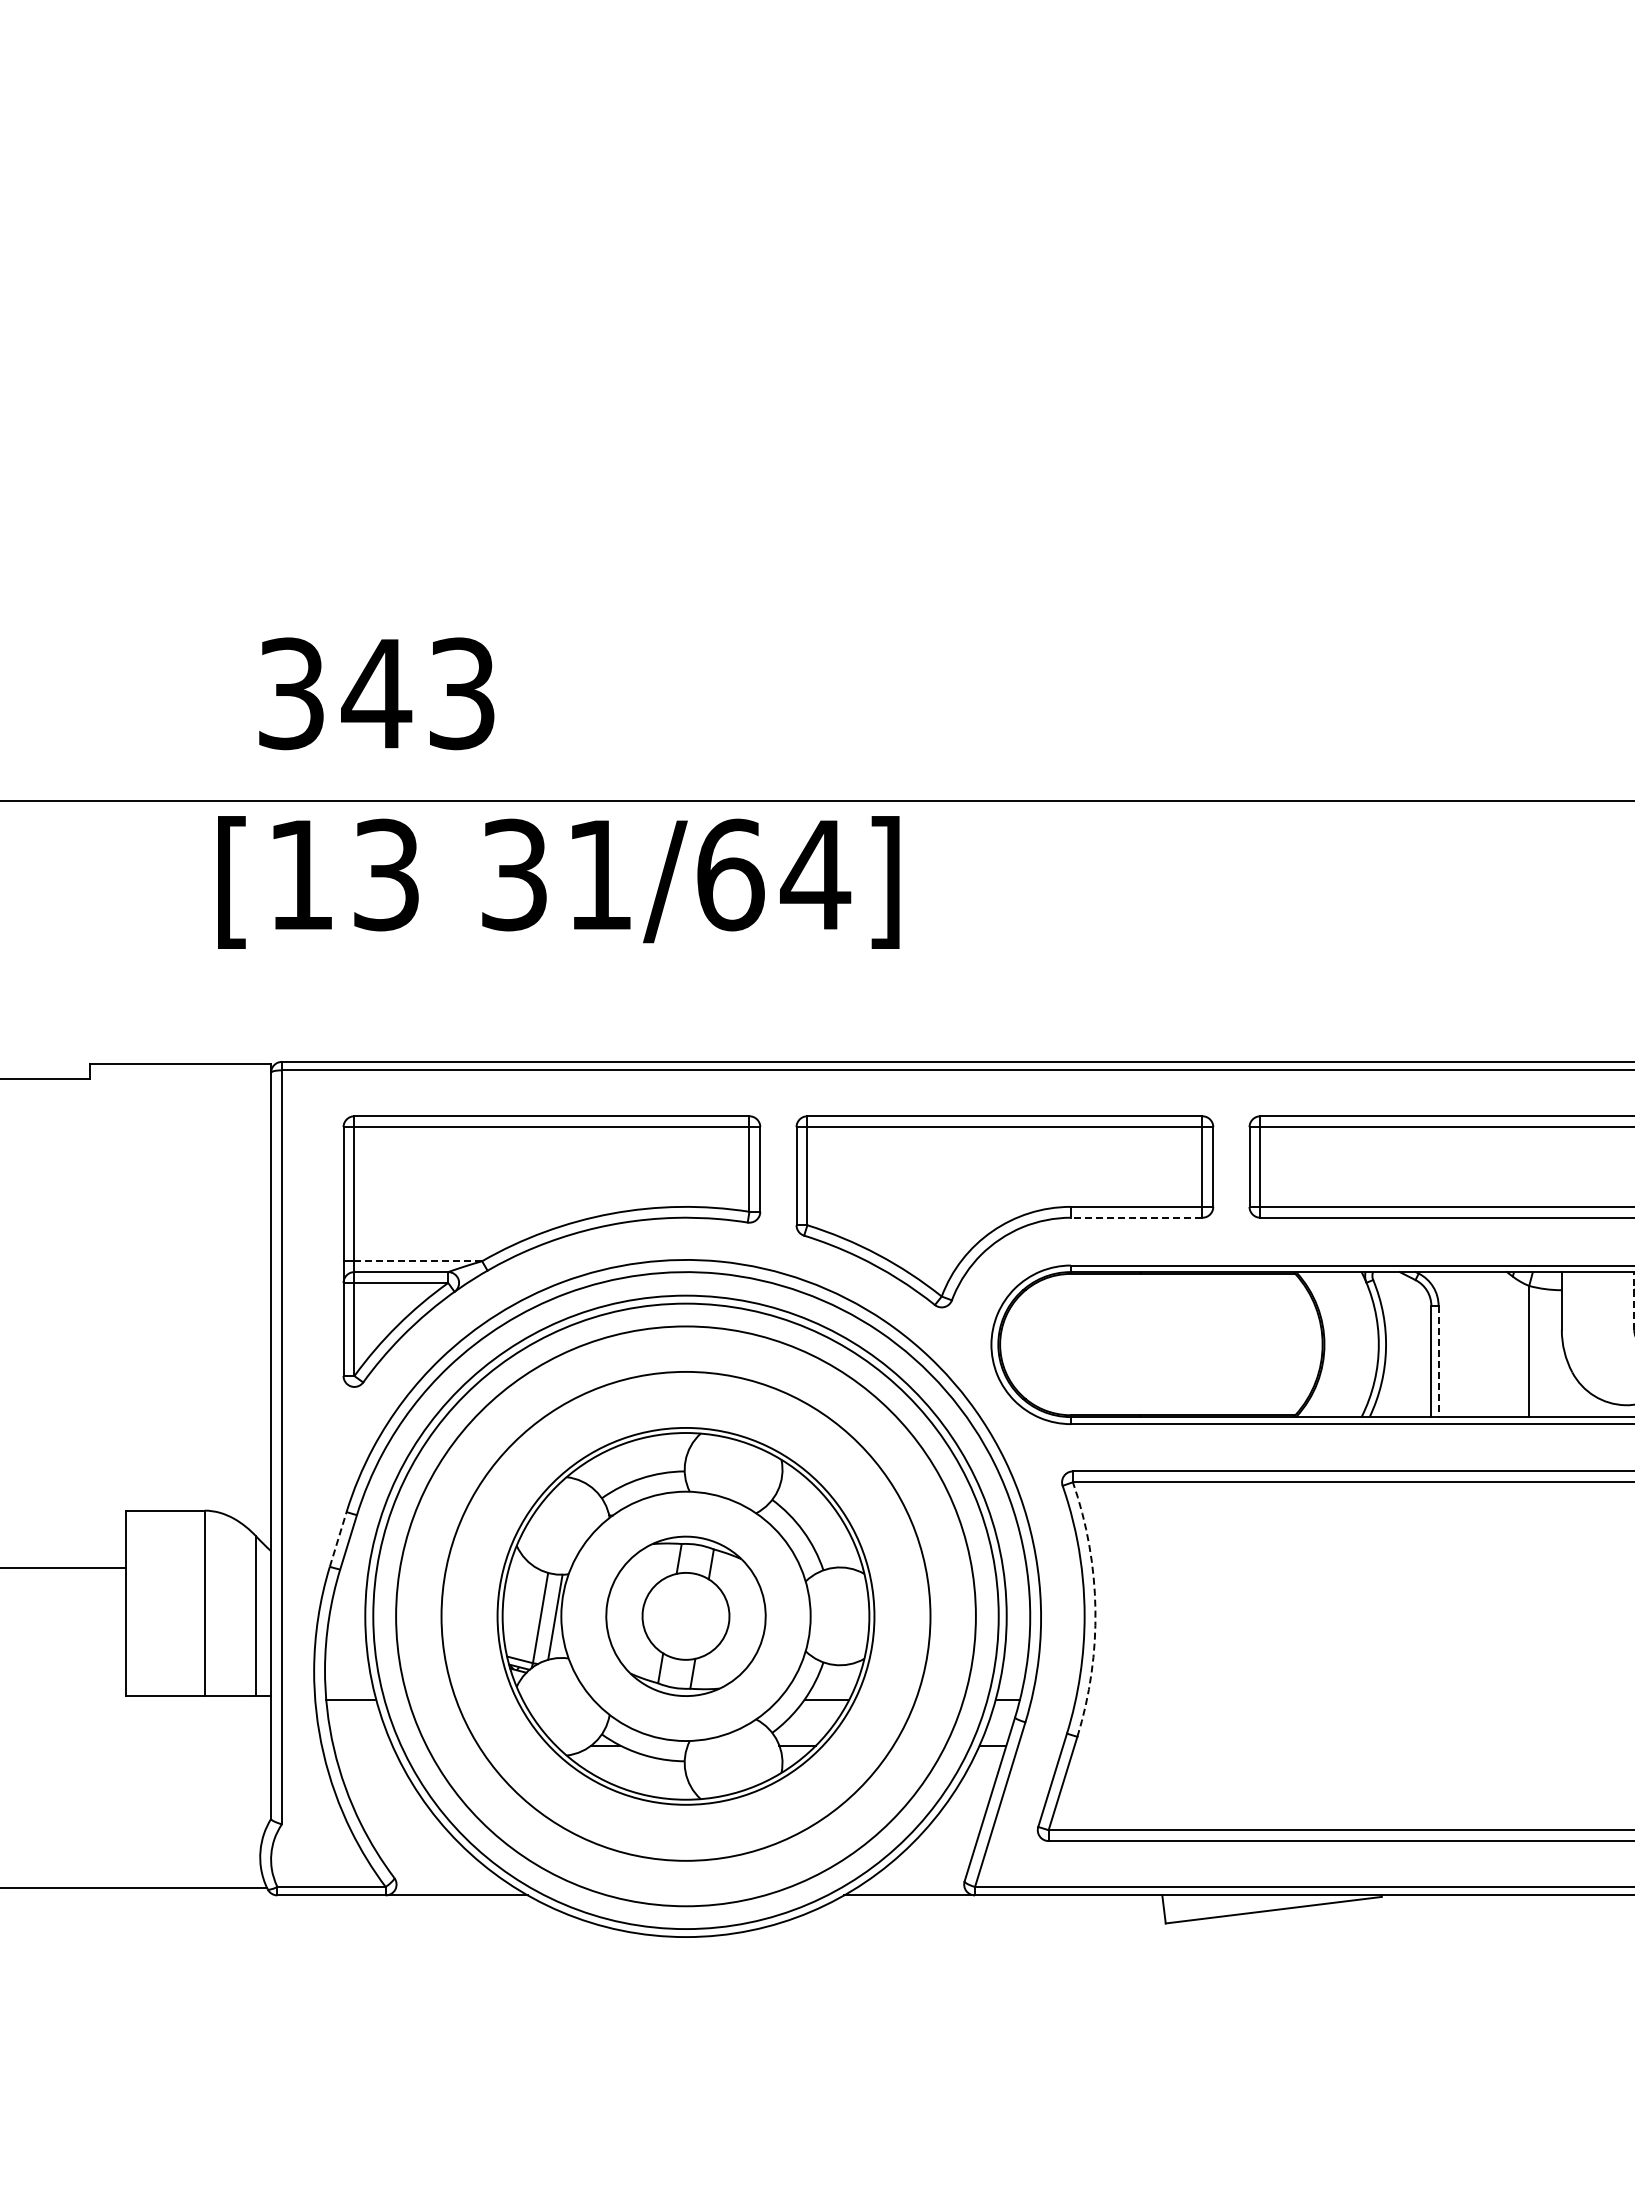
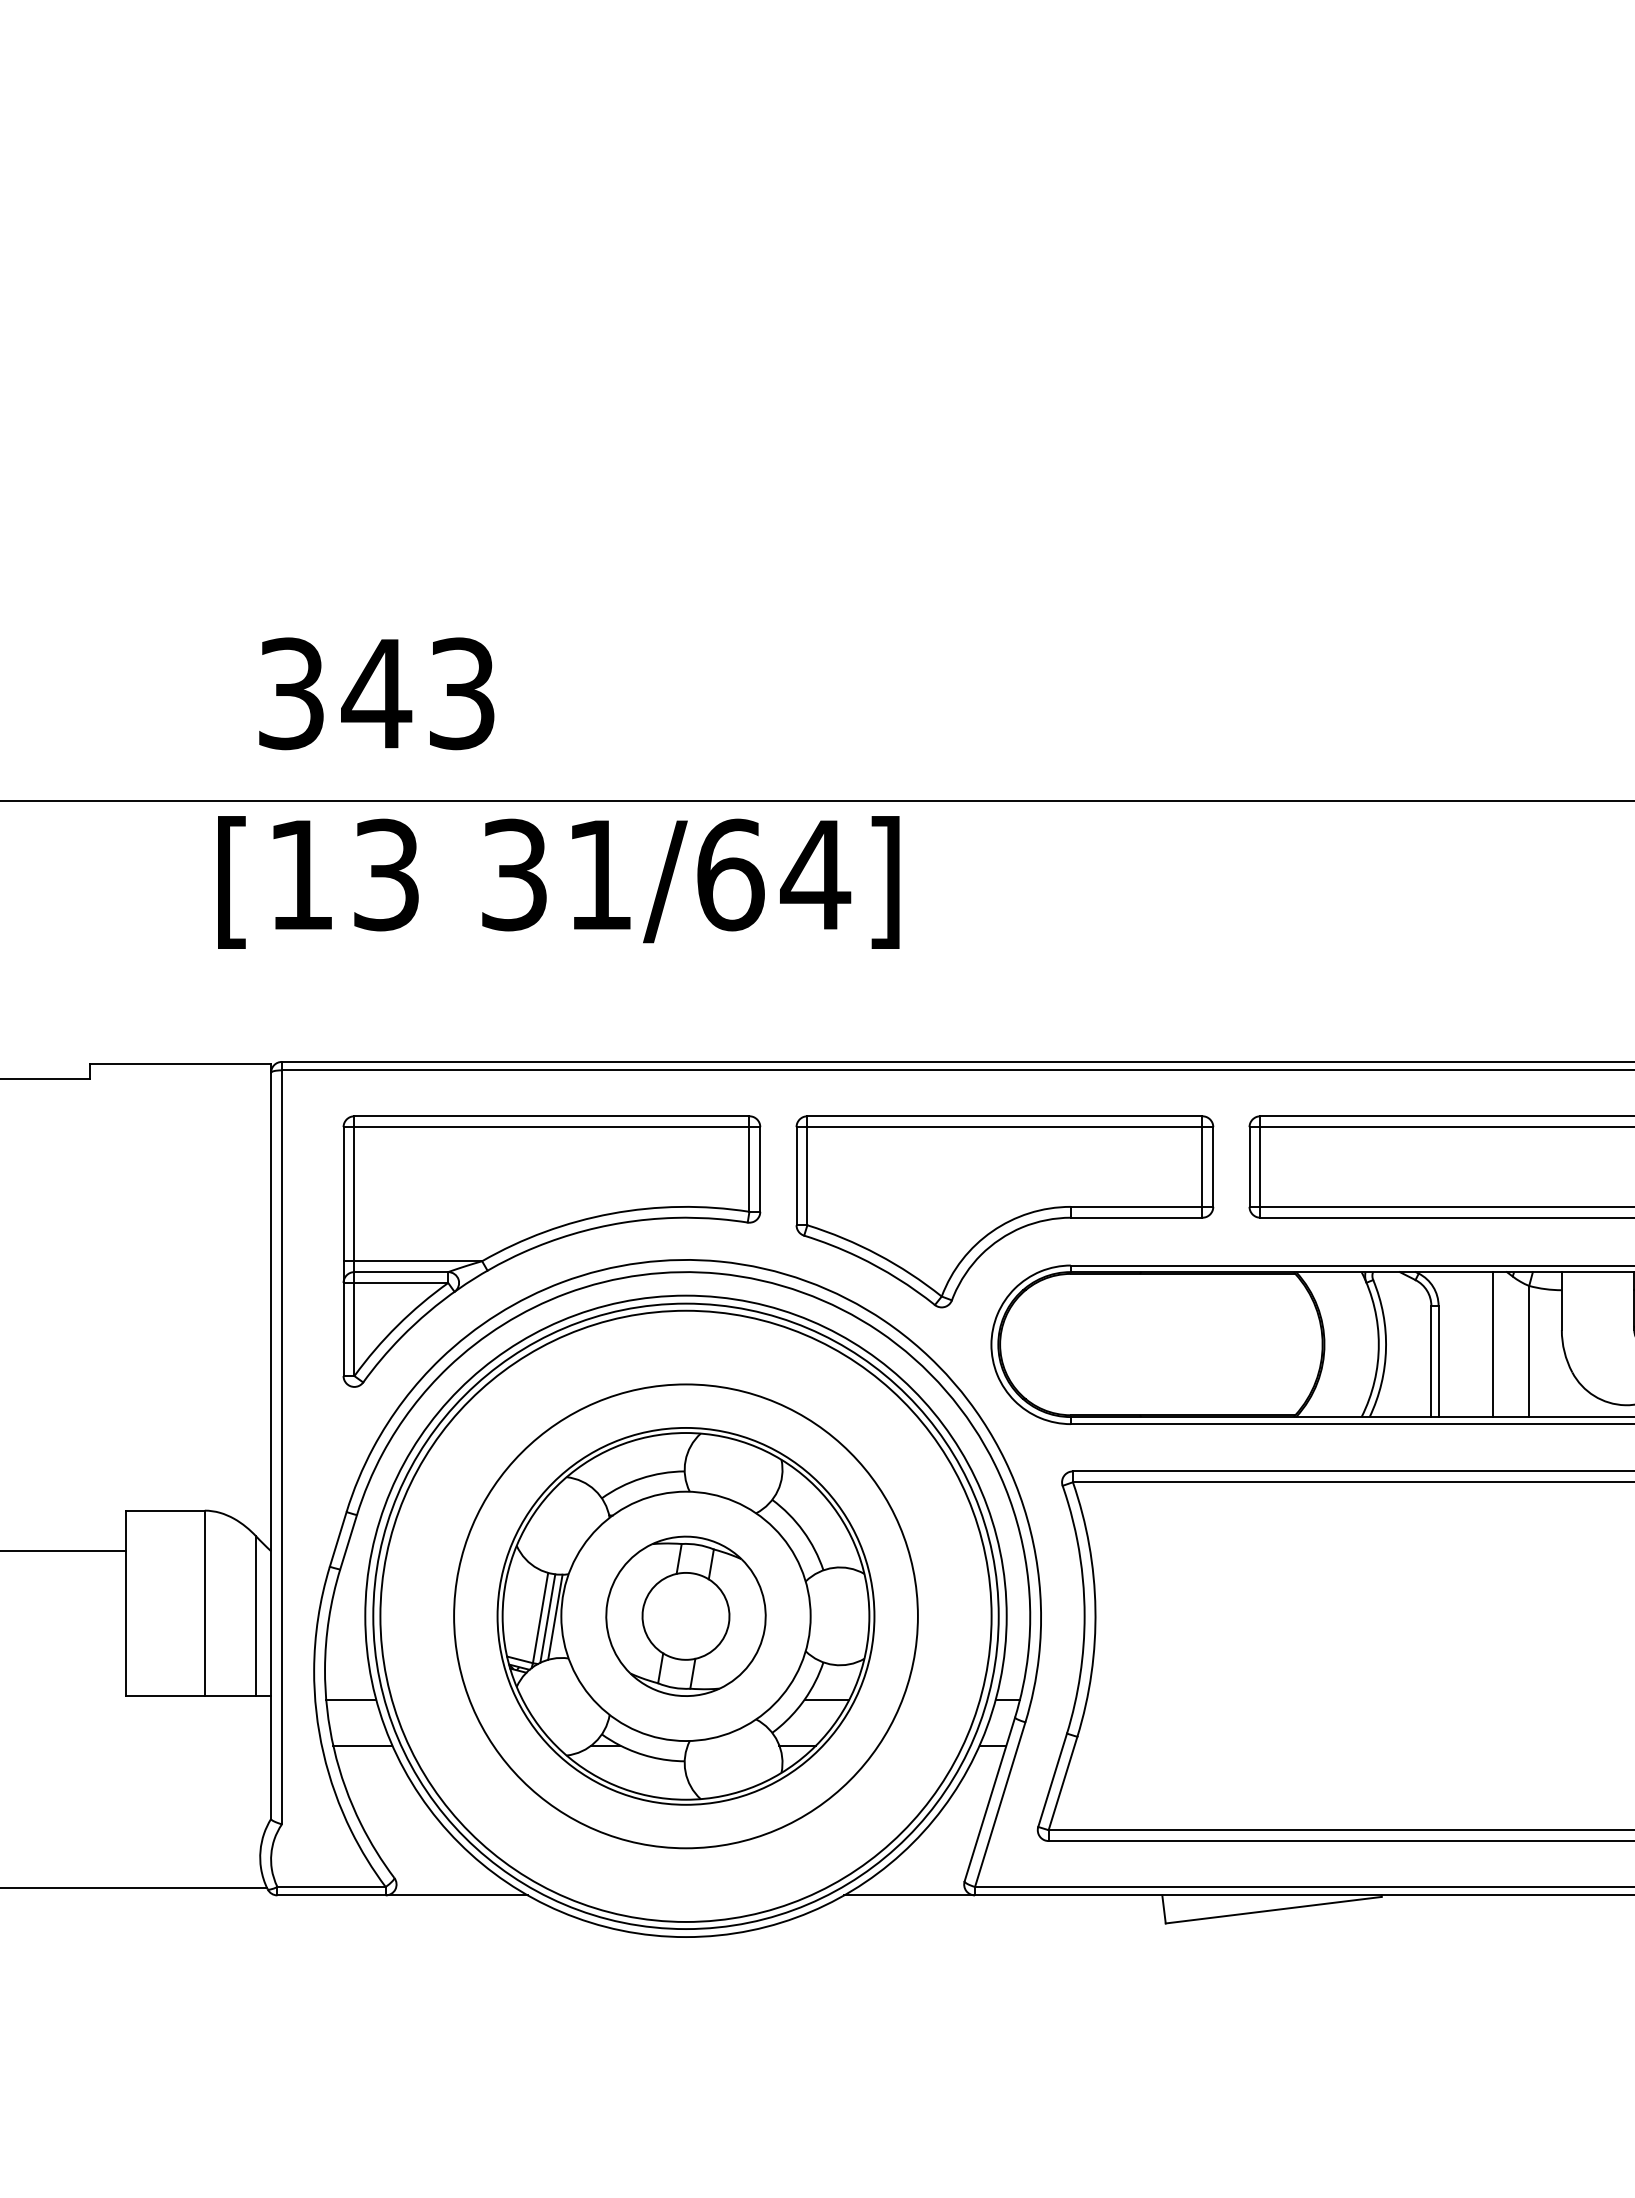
line at (1136, 1217): dashed -> solid
line at (418, 1261): dashed -> solid
line at (1634, 1301): dashed -> solid
line at (1492, 1344): none -> present
line at (1438, 1361): dashed -> solid
line at (338, 1539): dashed -> solid
line at (64, 1568) position: (64, 1568) -> (64, 1551)
arc at (1095, 1609): dashed -> solid
circle at (685, 1615) diameter: 489 px -> 611 px
circle at (685, 1616) diameter: 580 px -> 464 px
line at (547, 1618): none -> present
line at (362, 1745): none -> present
